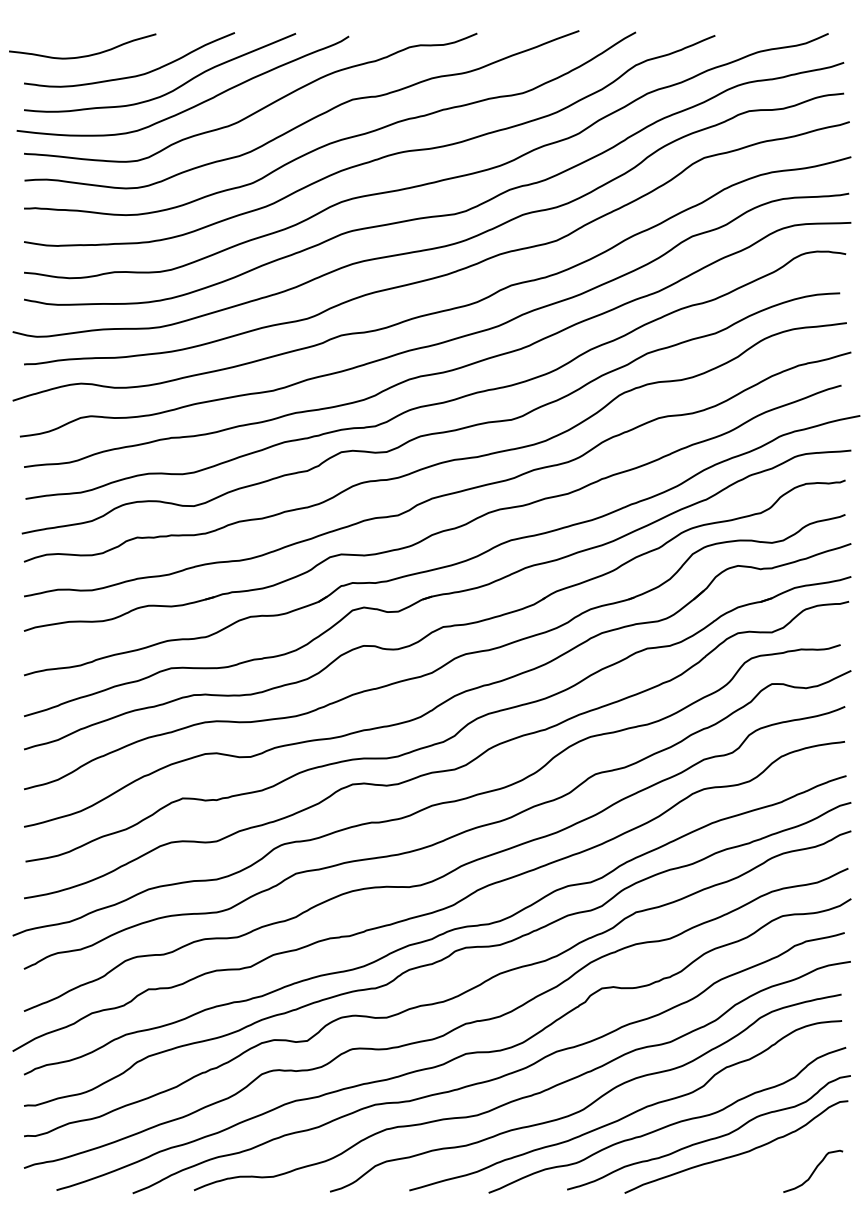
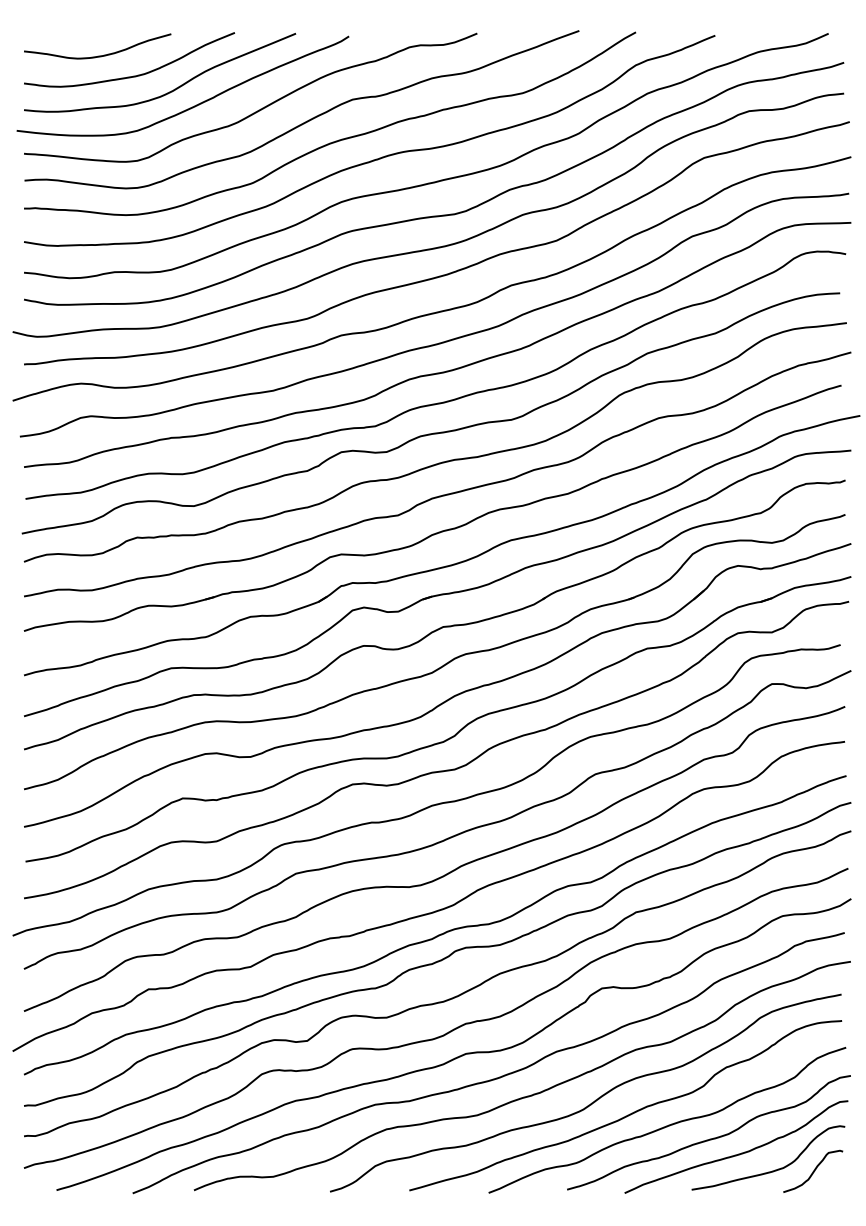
curve at (83, 55) position: (83, 55) -> (98, 55)
curve at (772, 1170): none -> present
